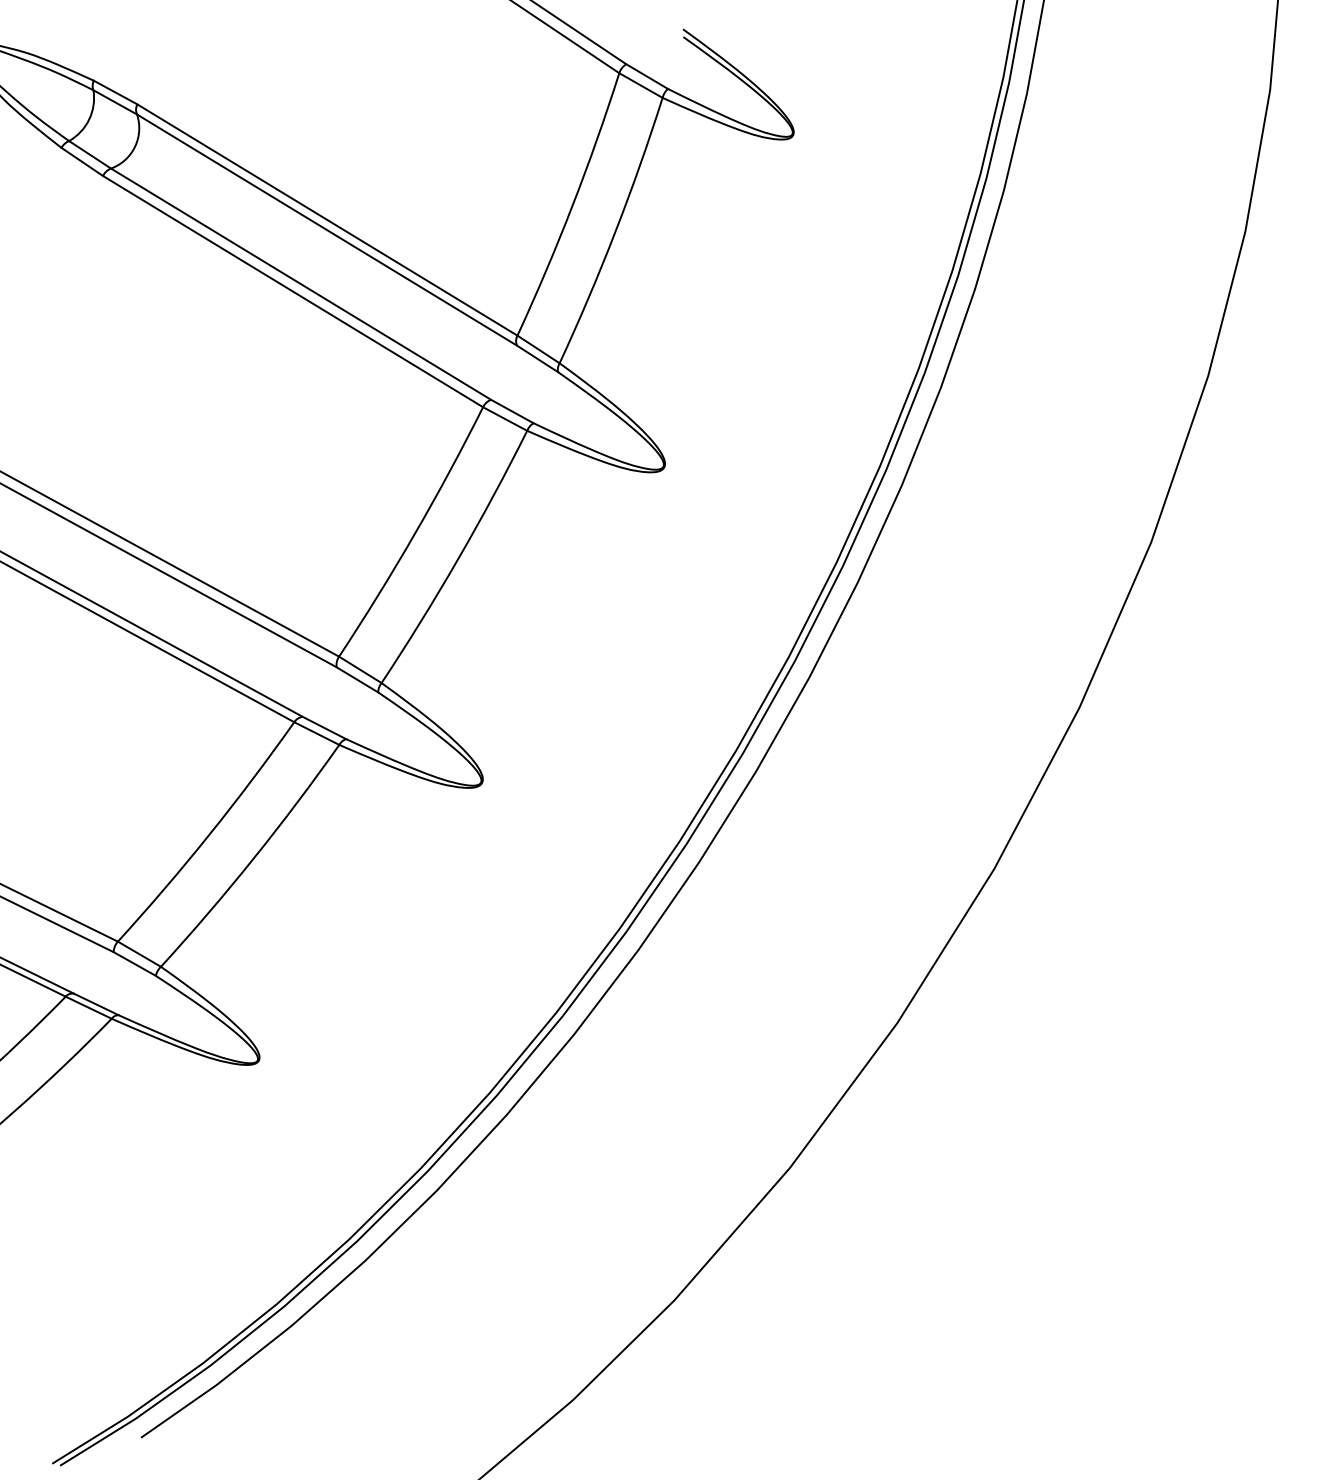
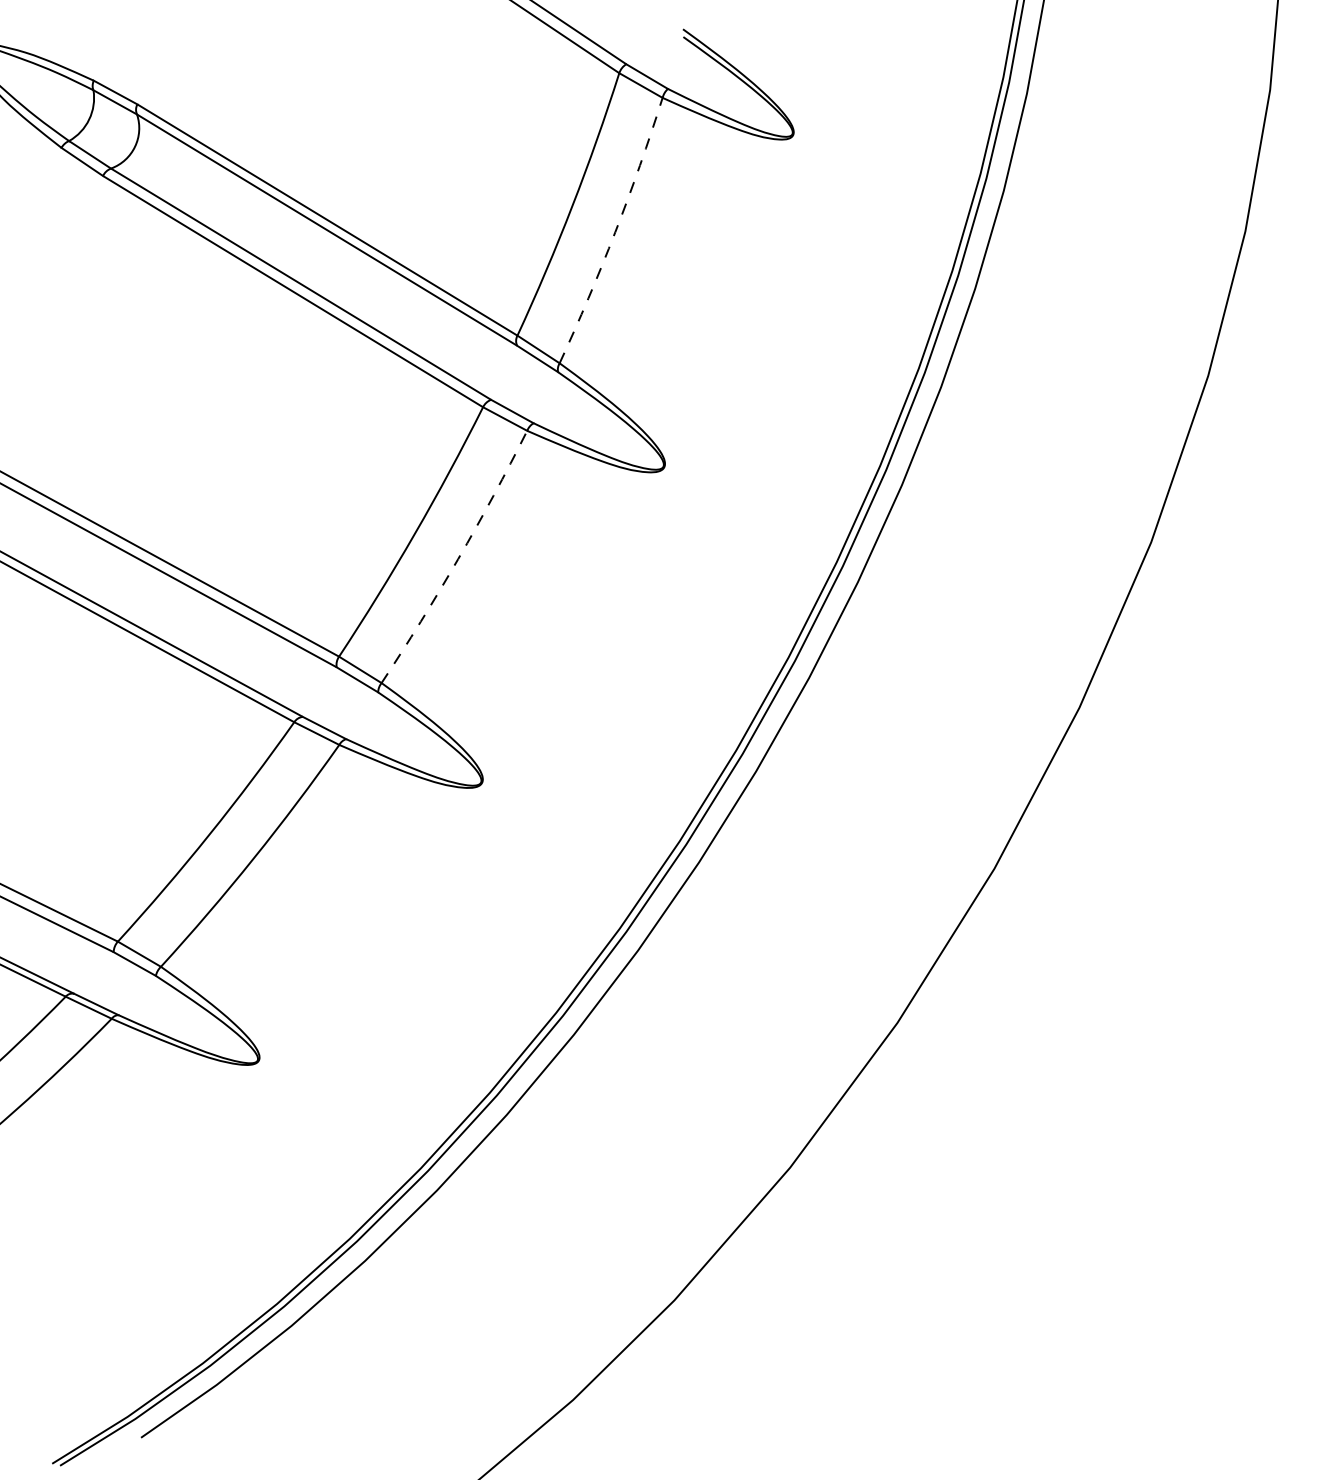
arc at (615, 232): solid -> dashed
arc at (458, 559): solid -> dashed
